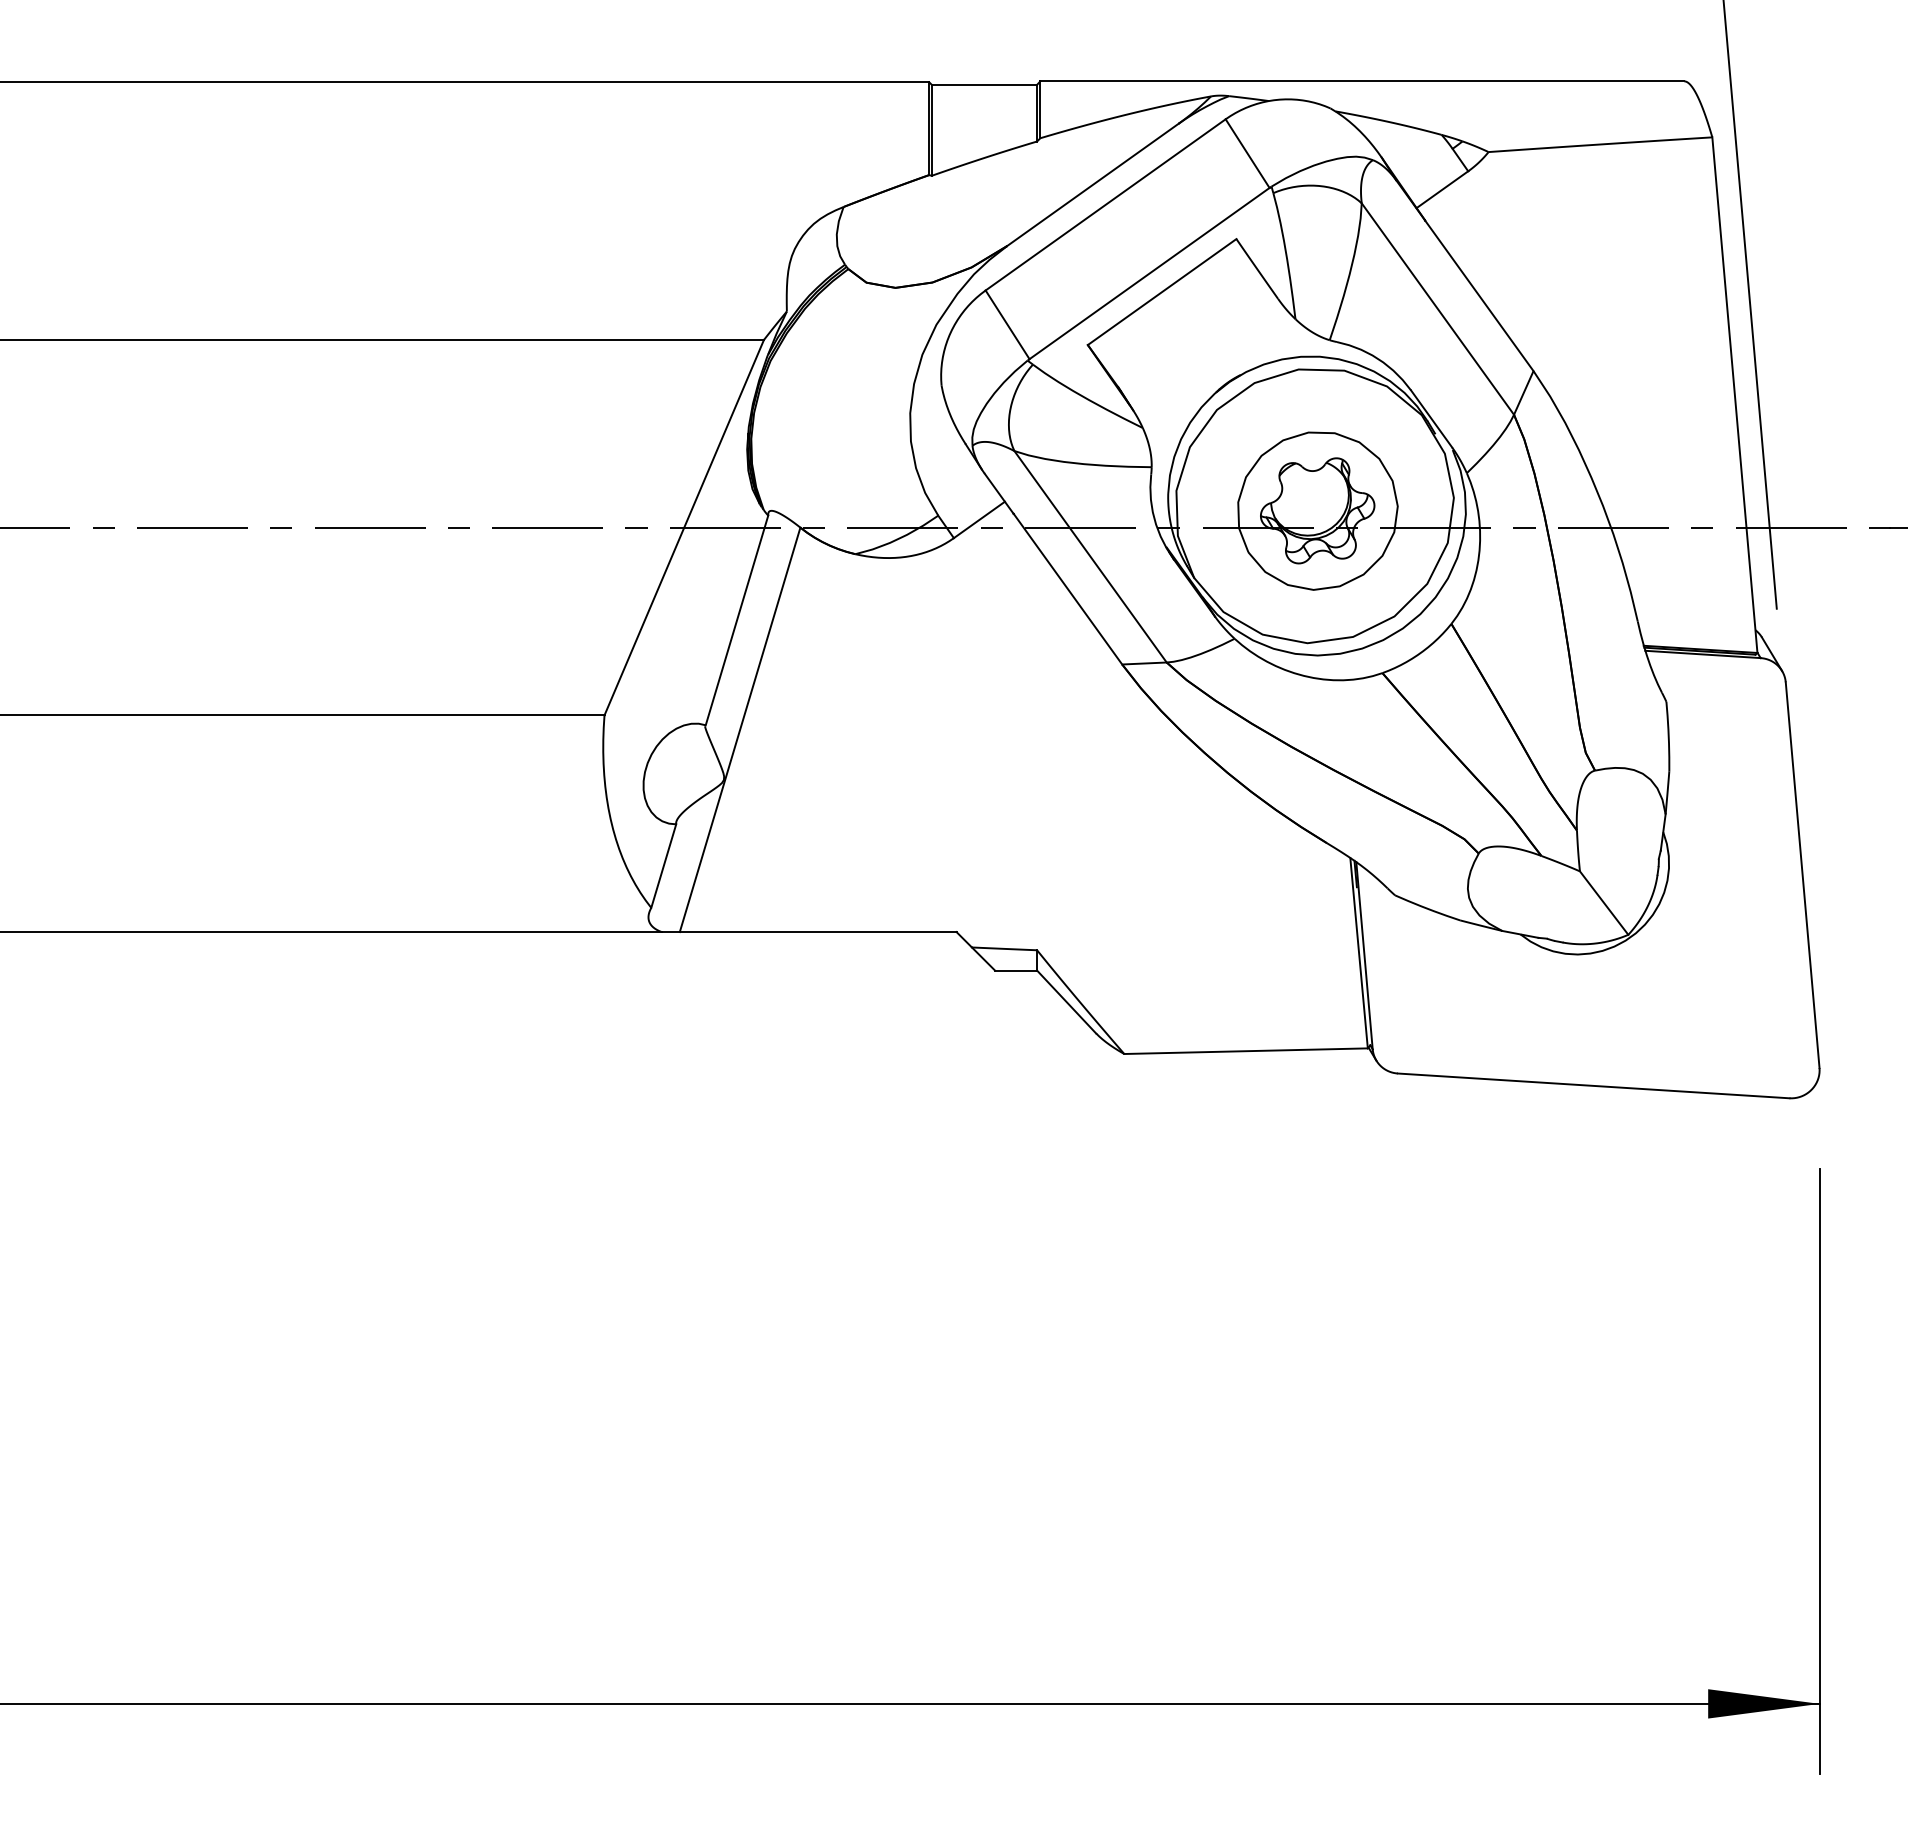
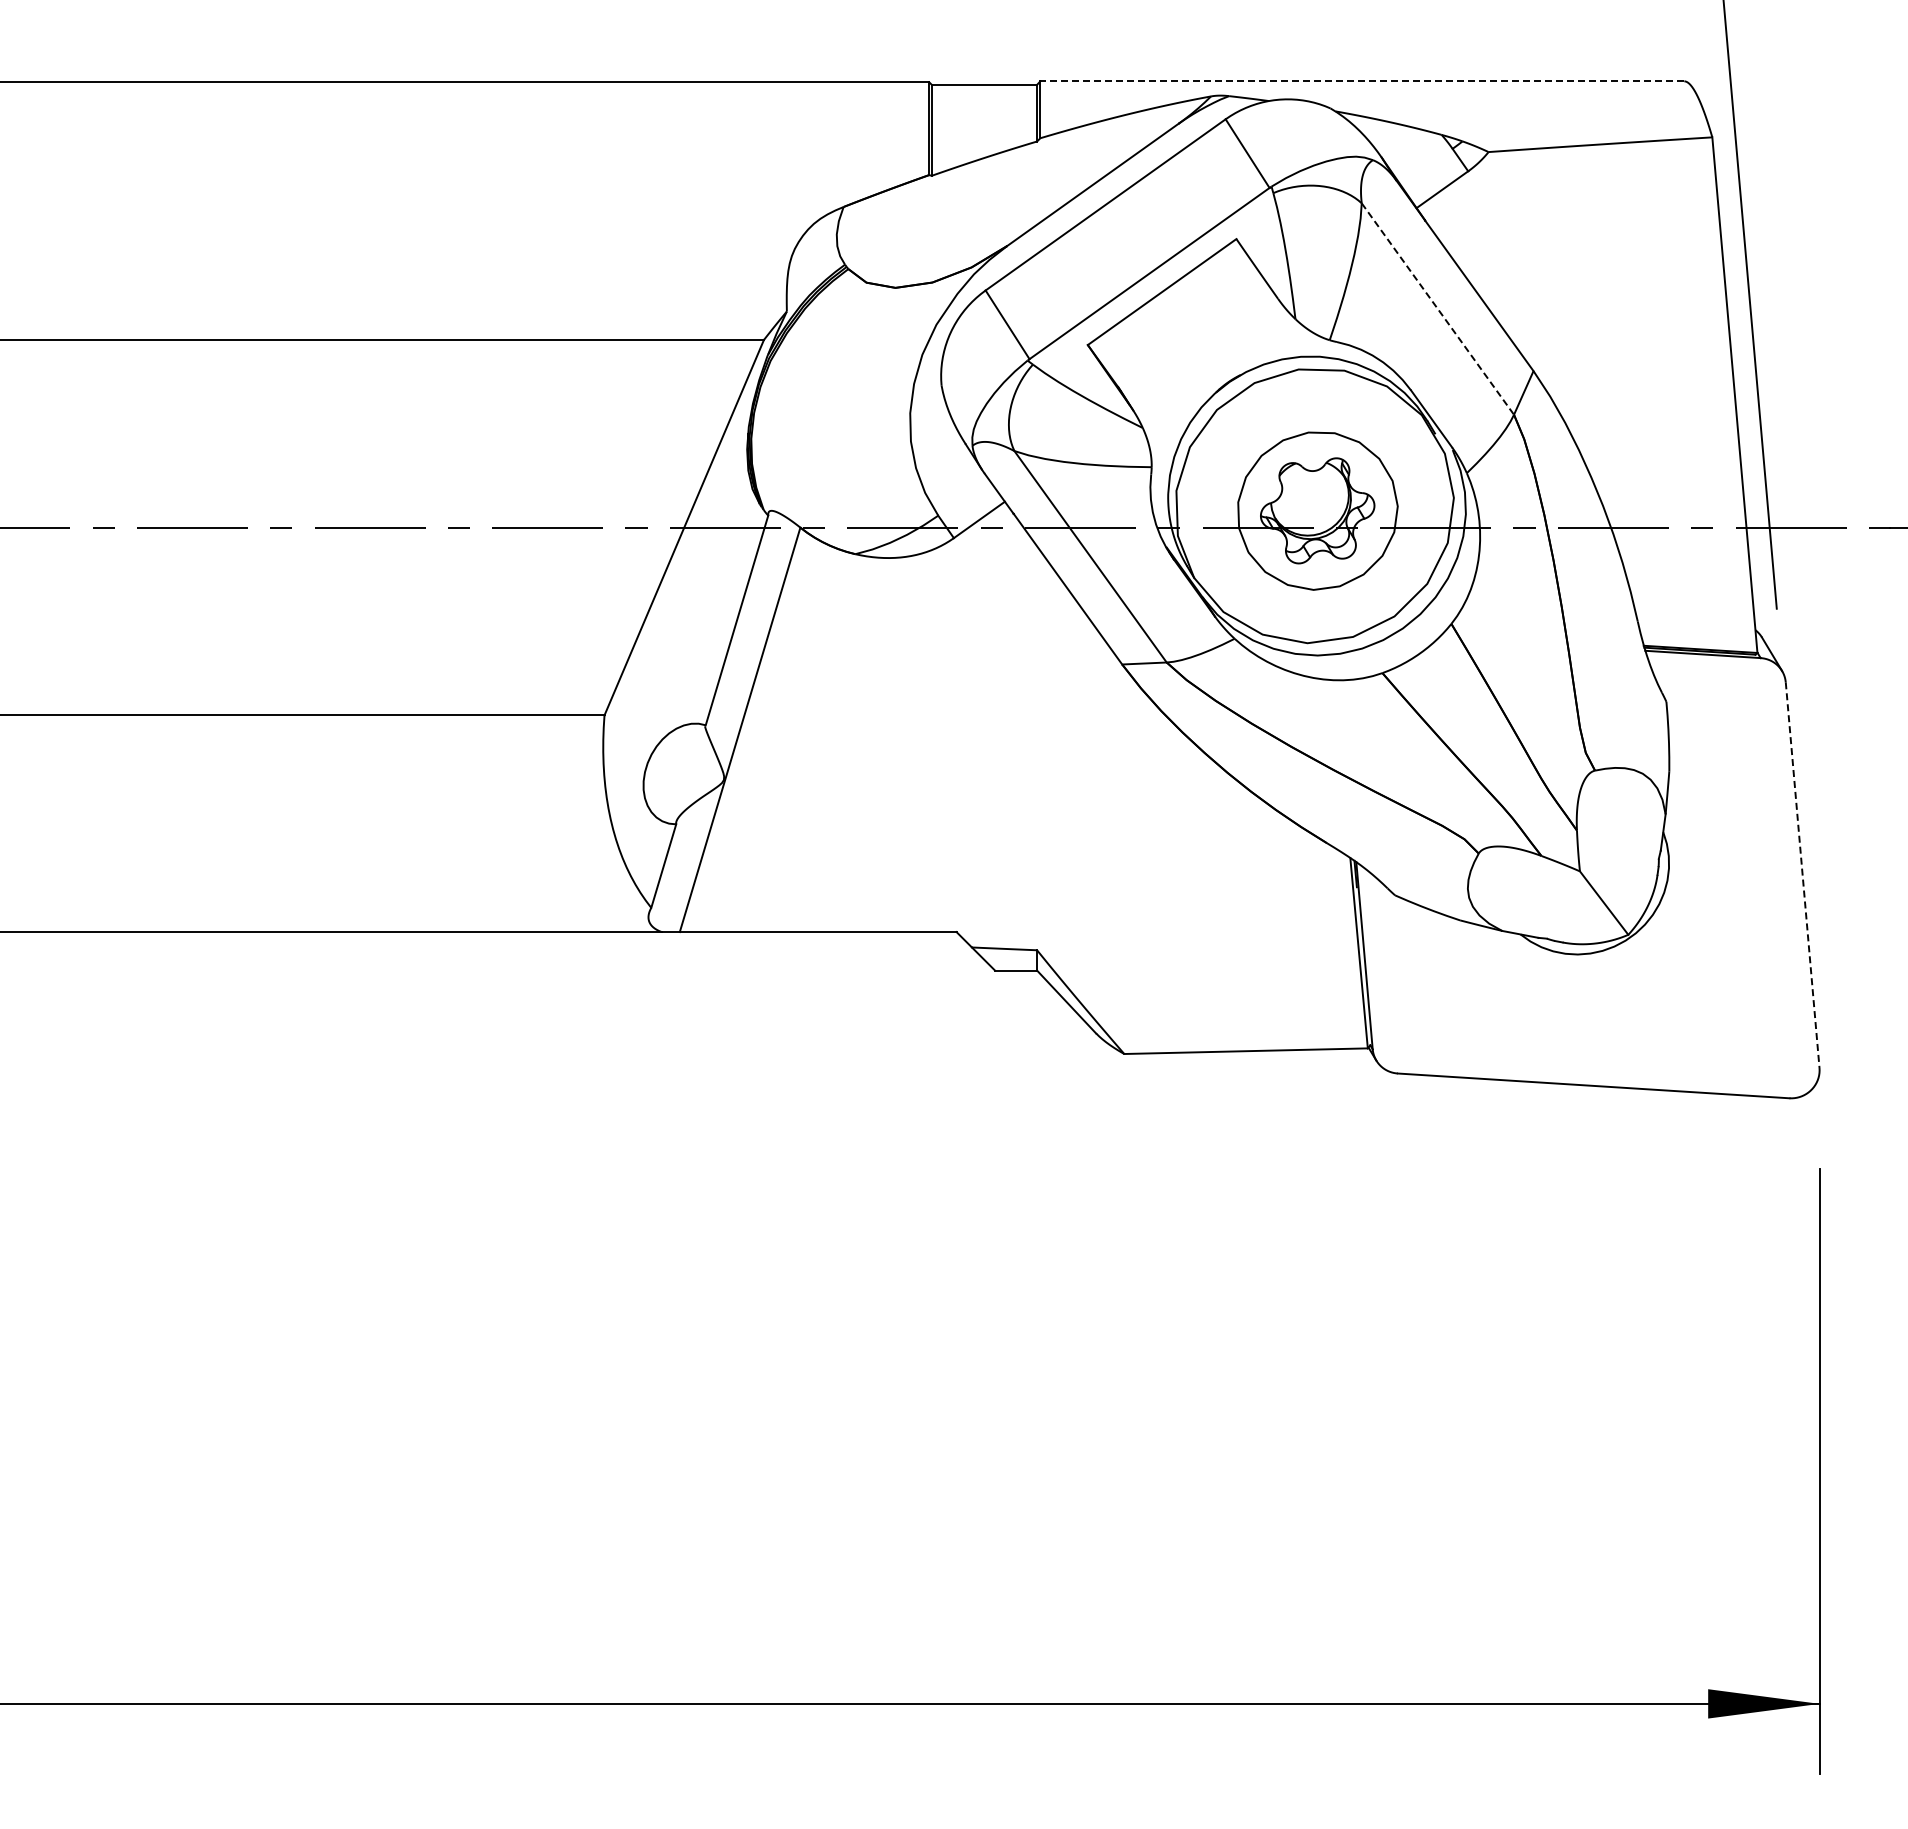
line at (1362, 81): solid -> dashed
line at (1438, 309): solid -> dashed
line at (1802, 875): solid -> dashed
